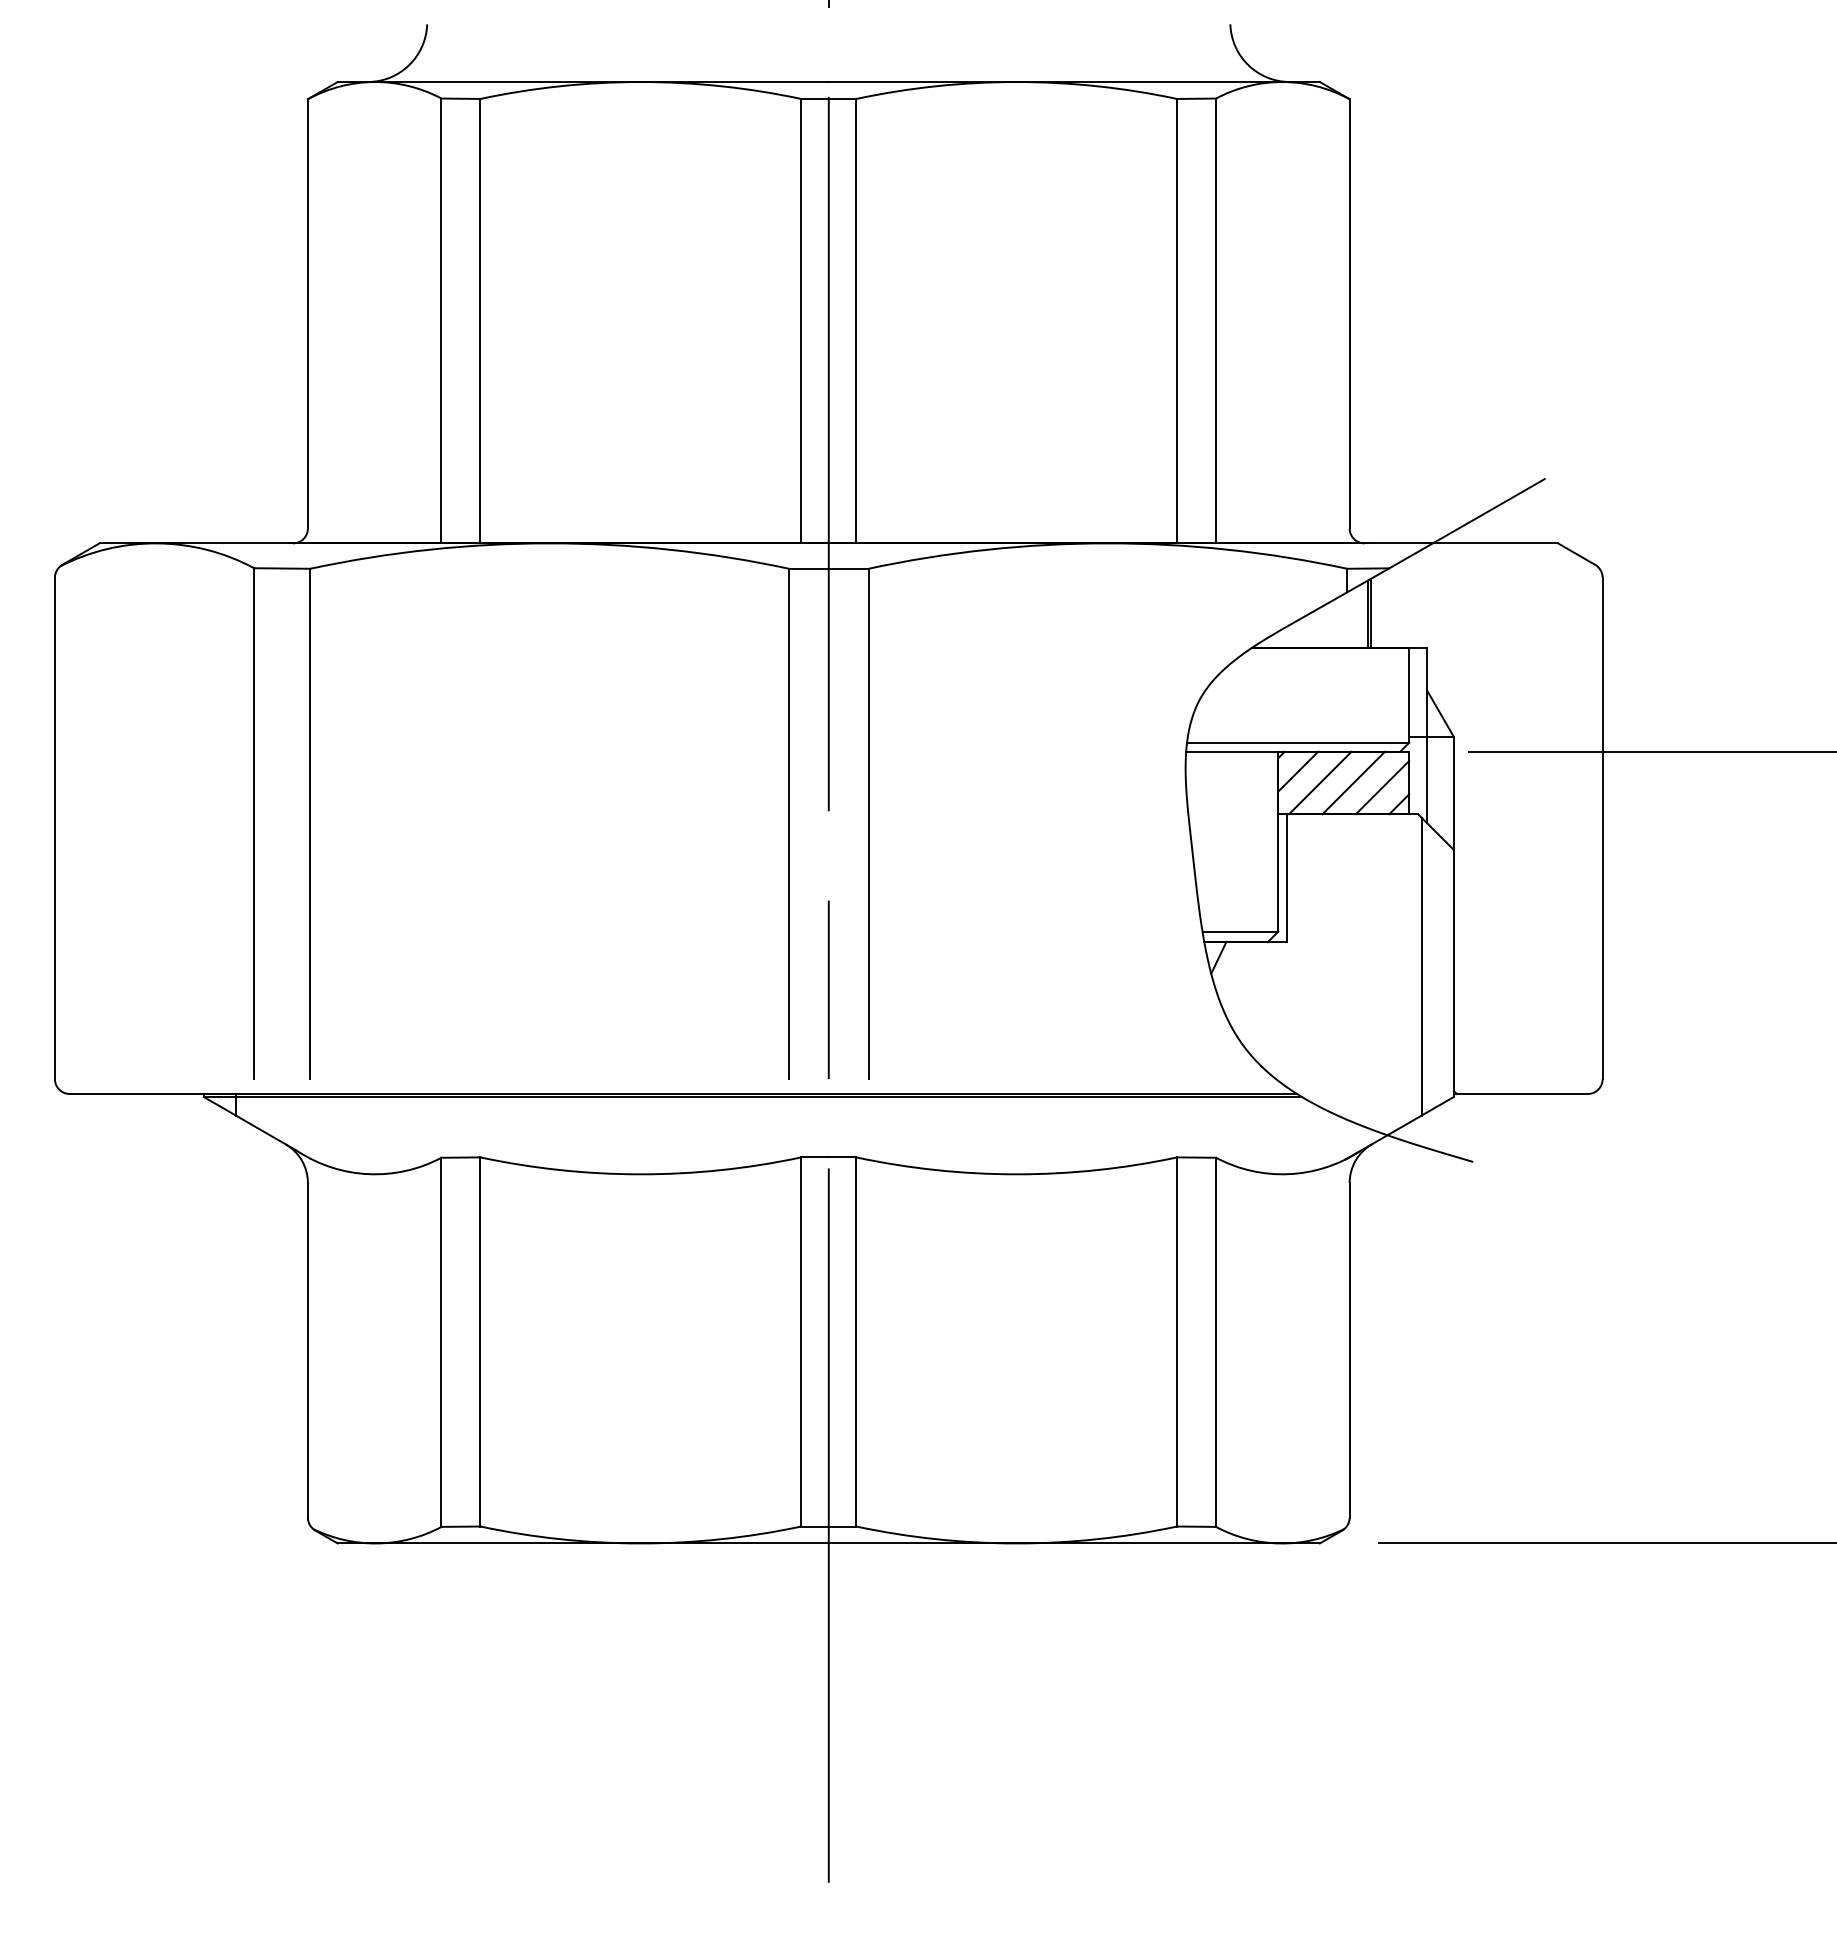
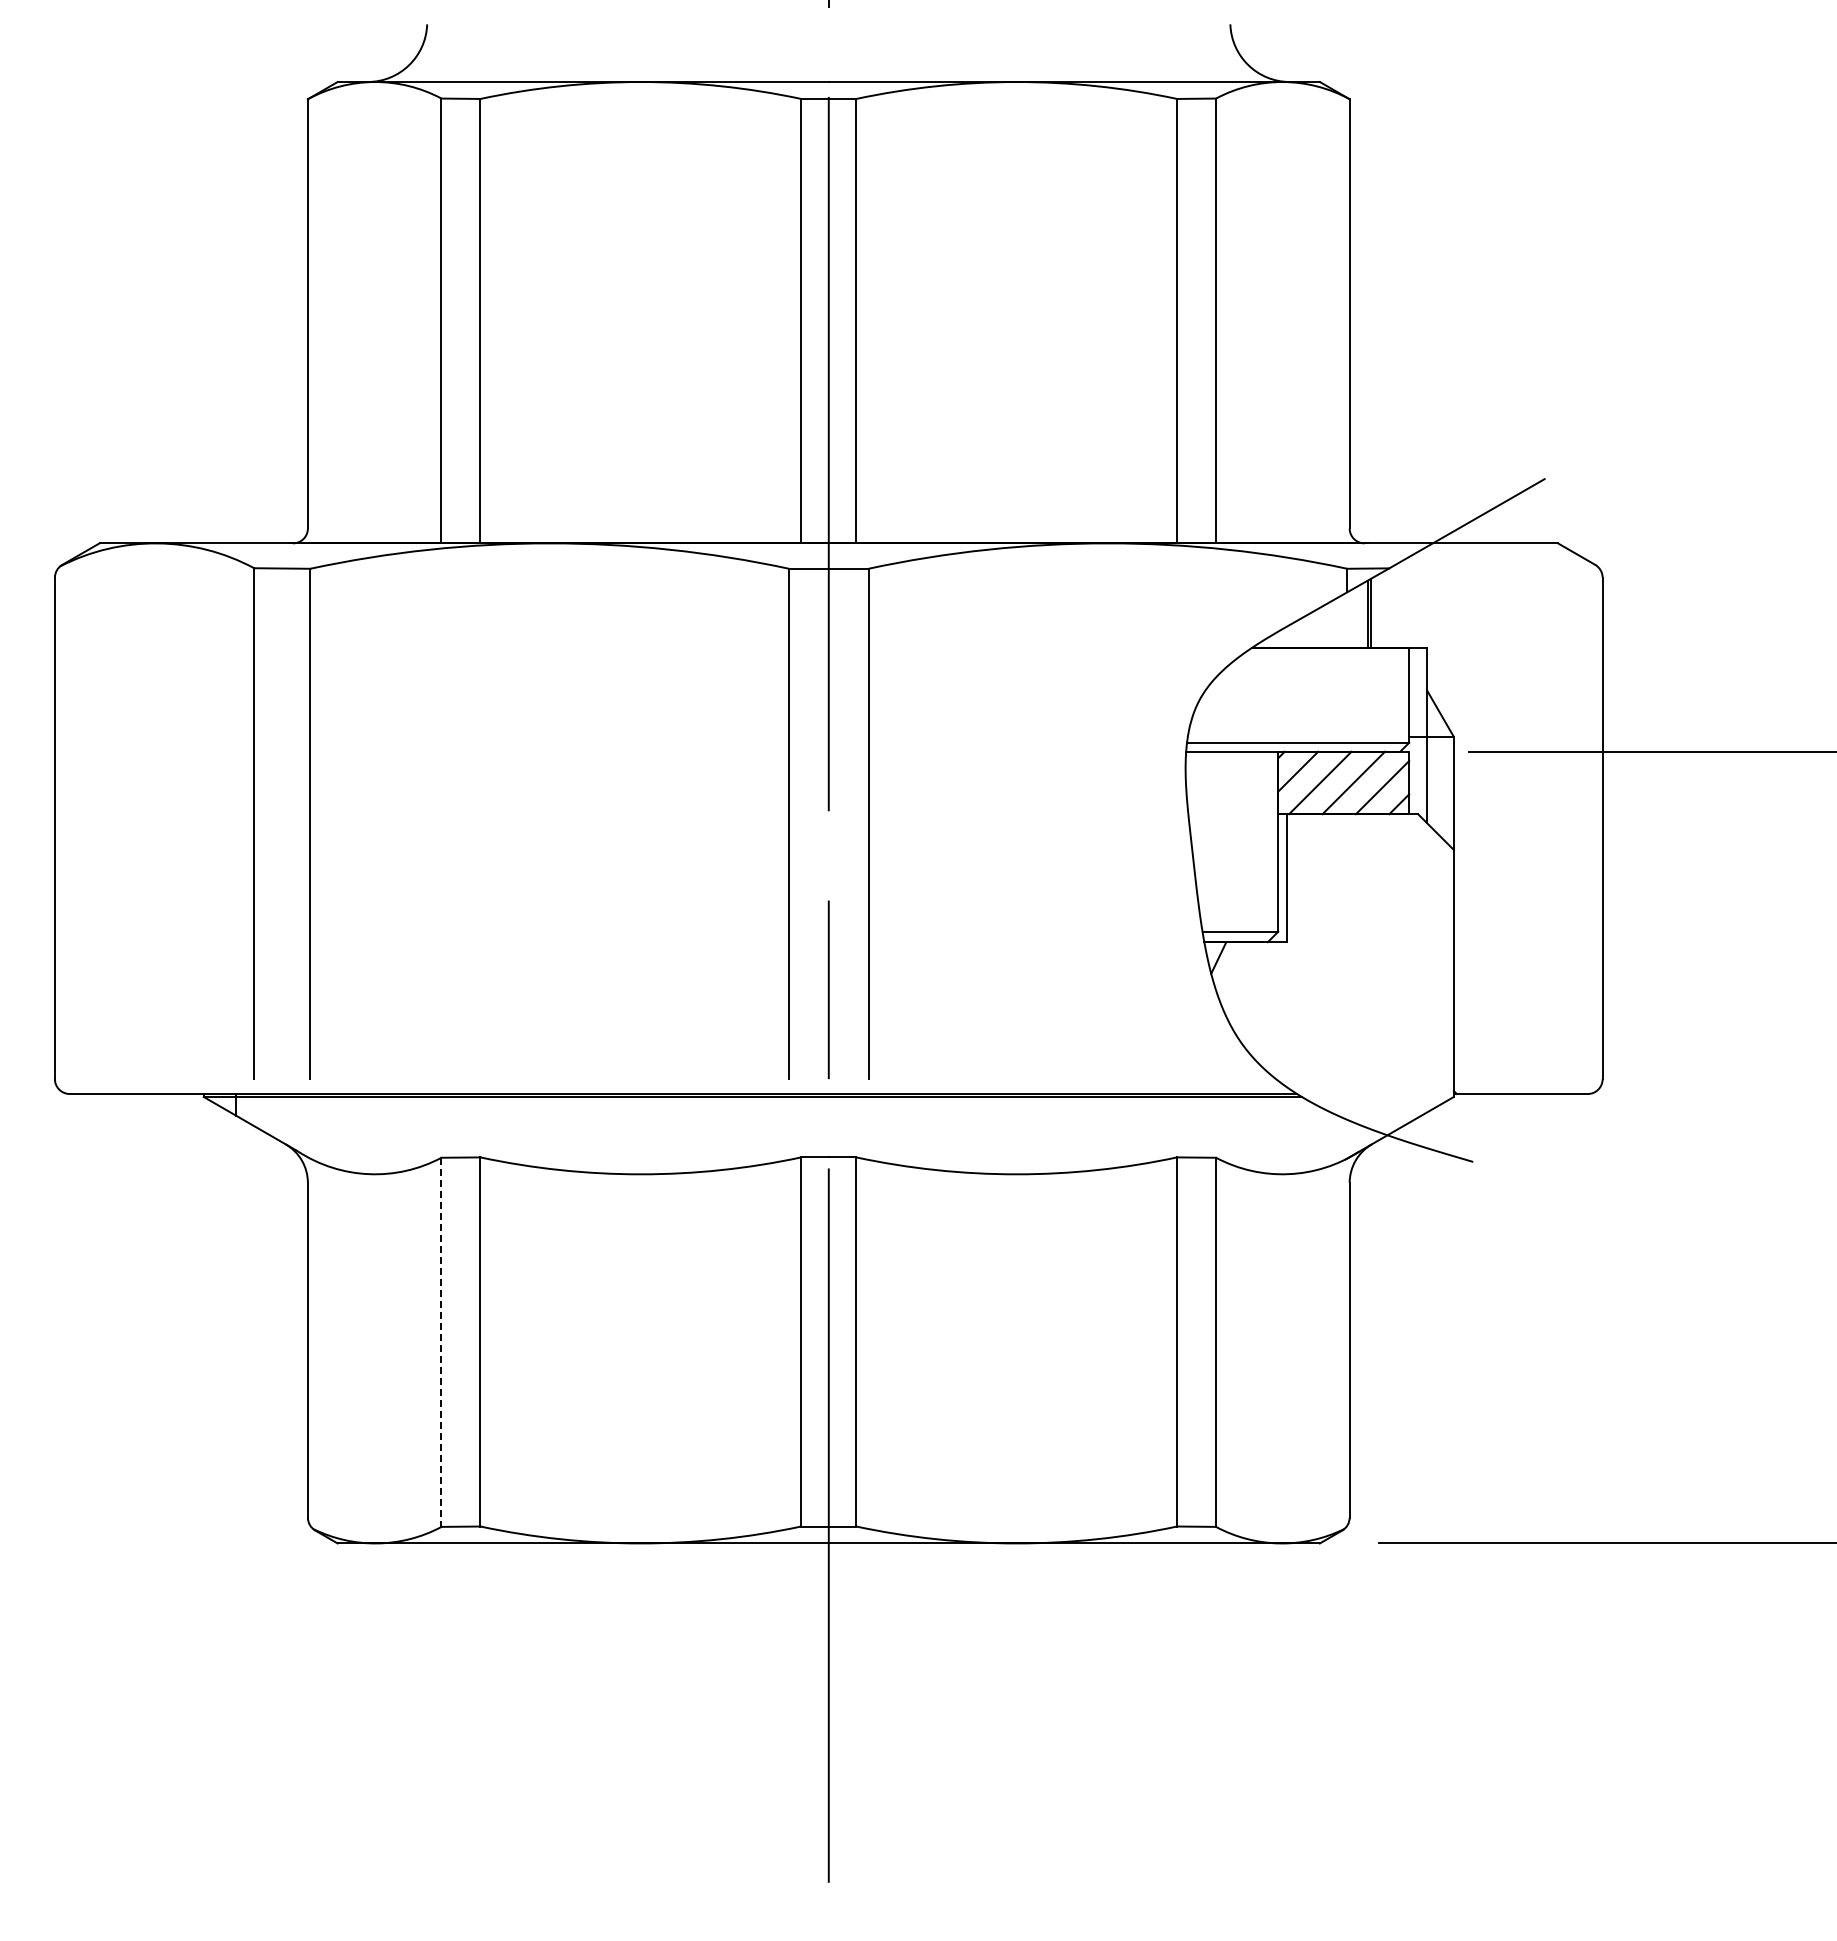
line at (1421, 966): present -> none
line at (441, 1342): solid -> dashed
